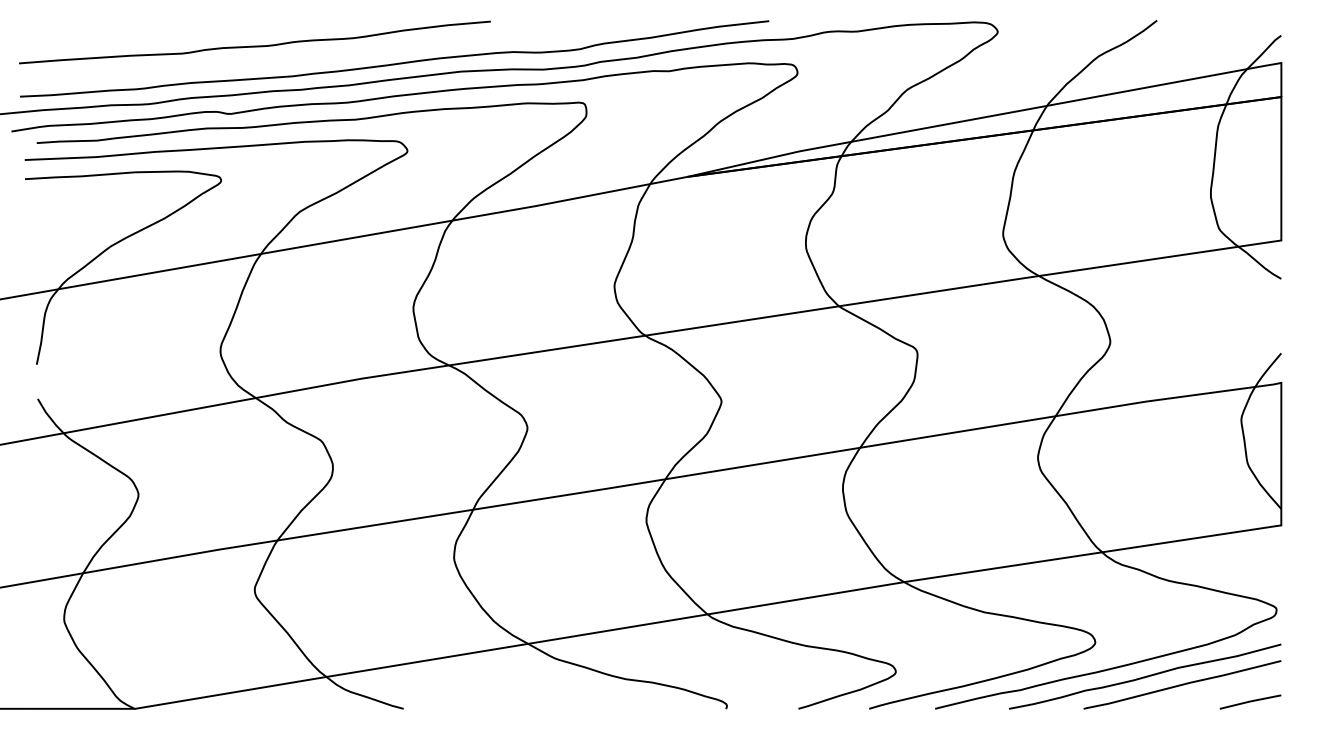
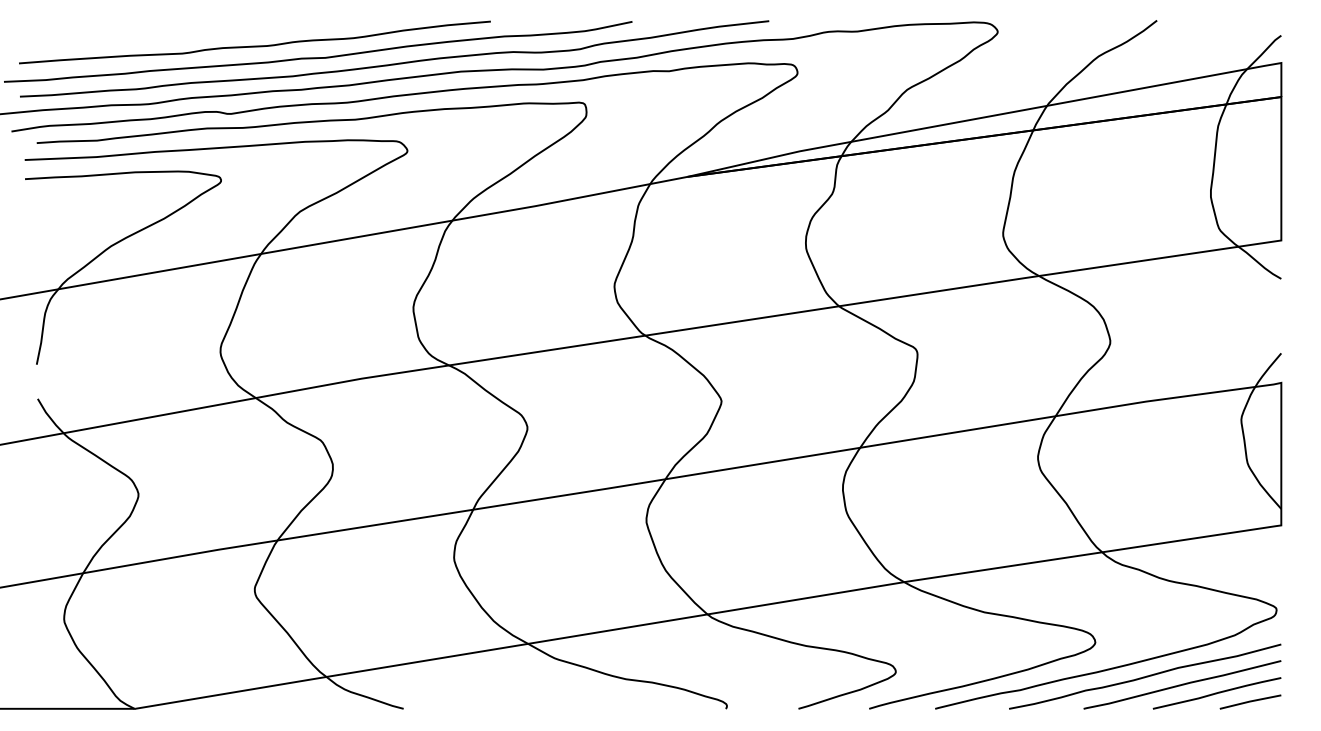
curve at (318, 57): none -> present
line at (1216, 693): none -> present
